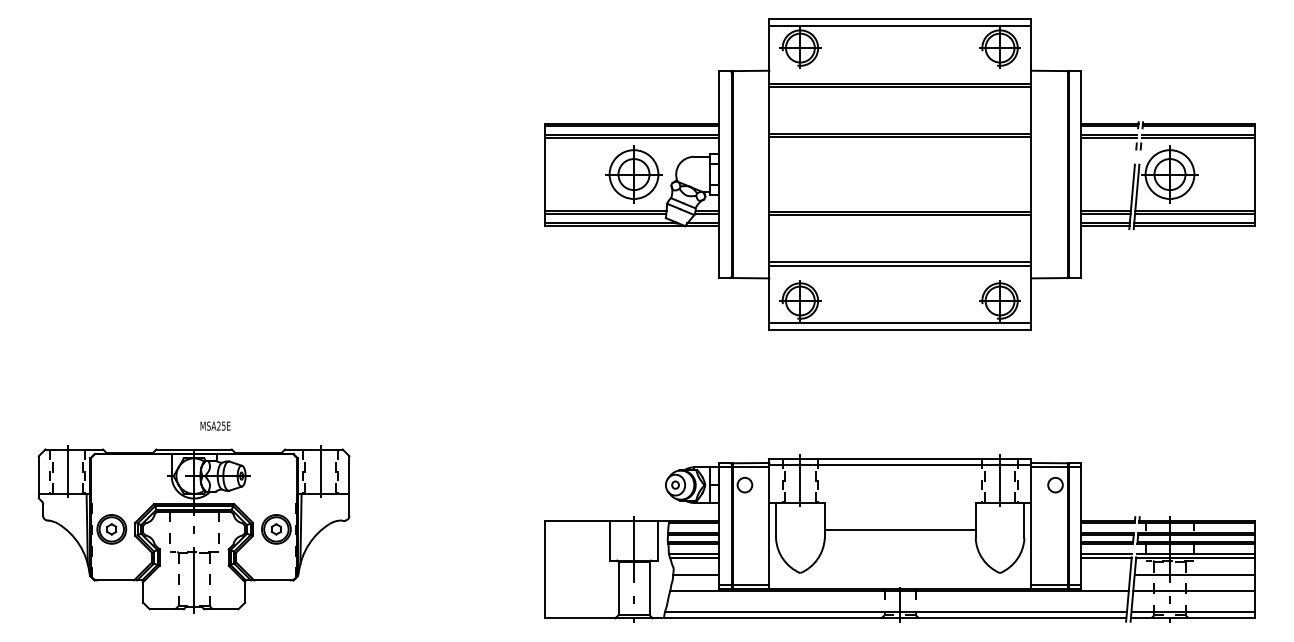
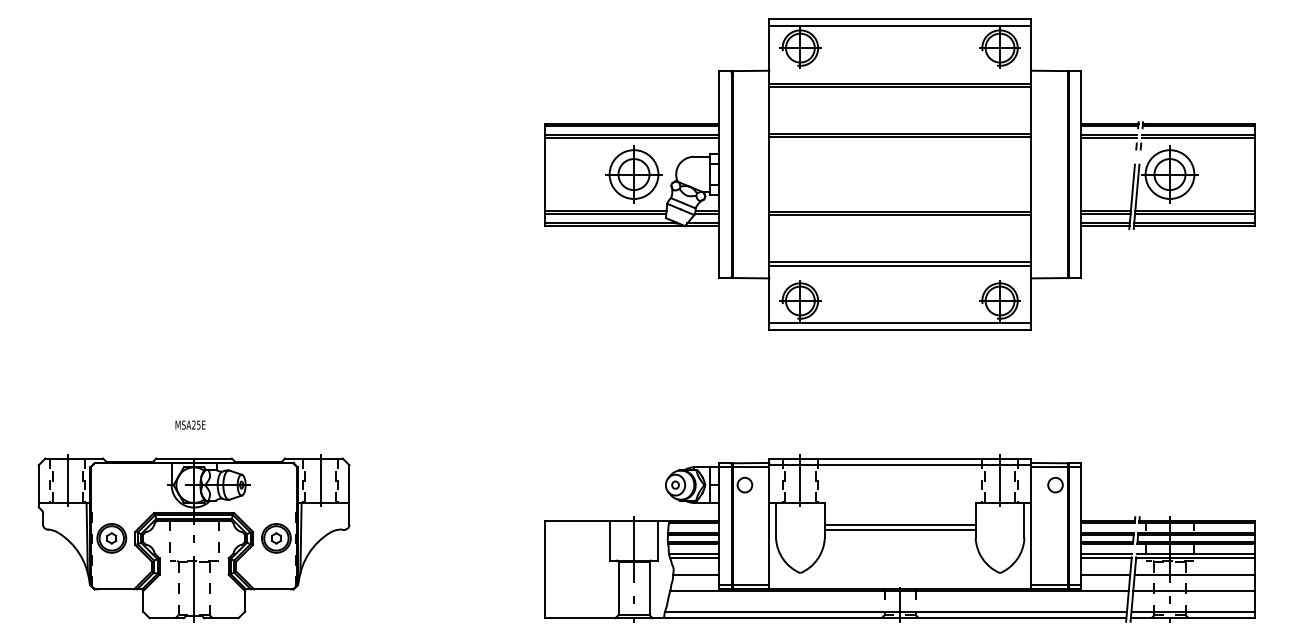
text at (215, 425) position: (215, 425) -> (190, 424)
line at (899, 525): none -> present
part at (193, 529) position: (193, 529) -> (193, 538)
line at (1105, 574): none -> present
